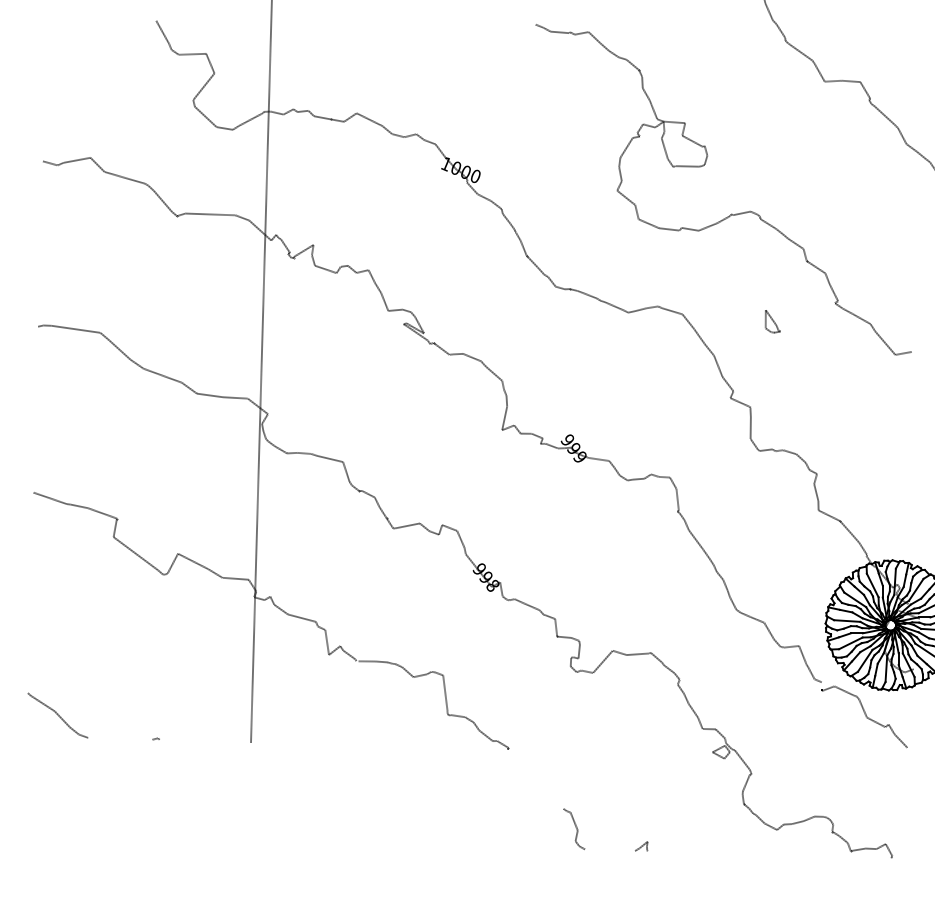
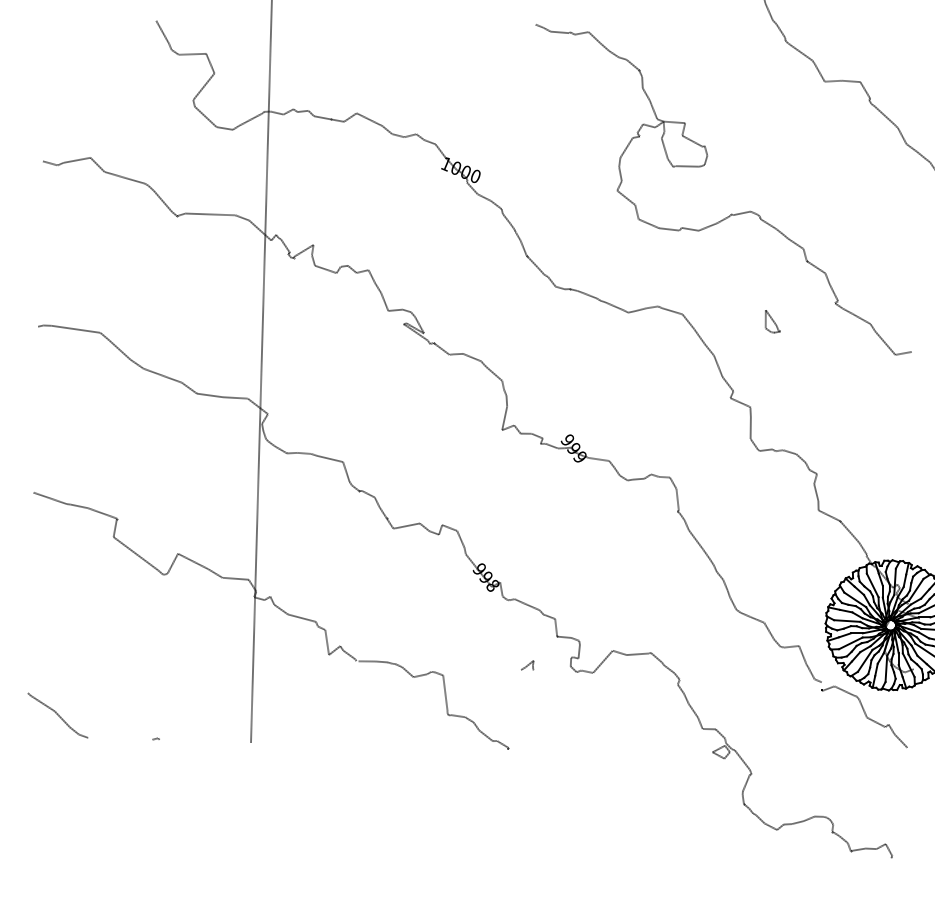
curve at (575, 827): present -> none
curve at (641, 846) position: (641, 846) -> (527, 665)
